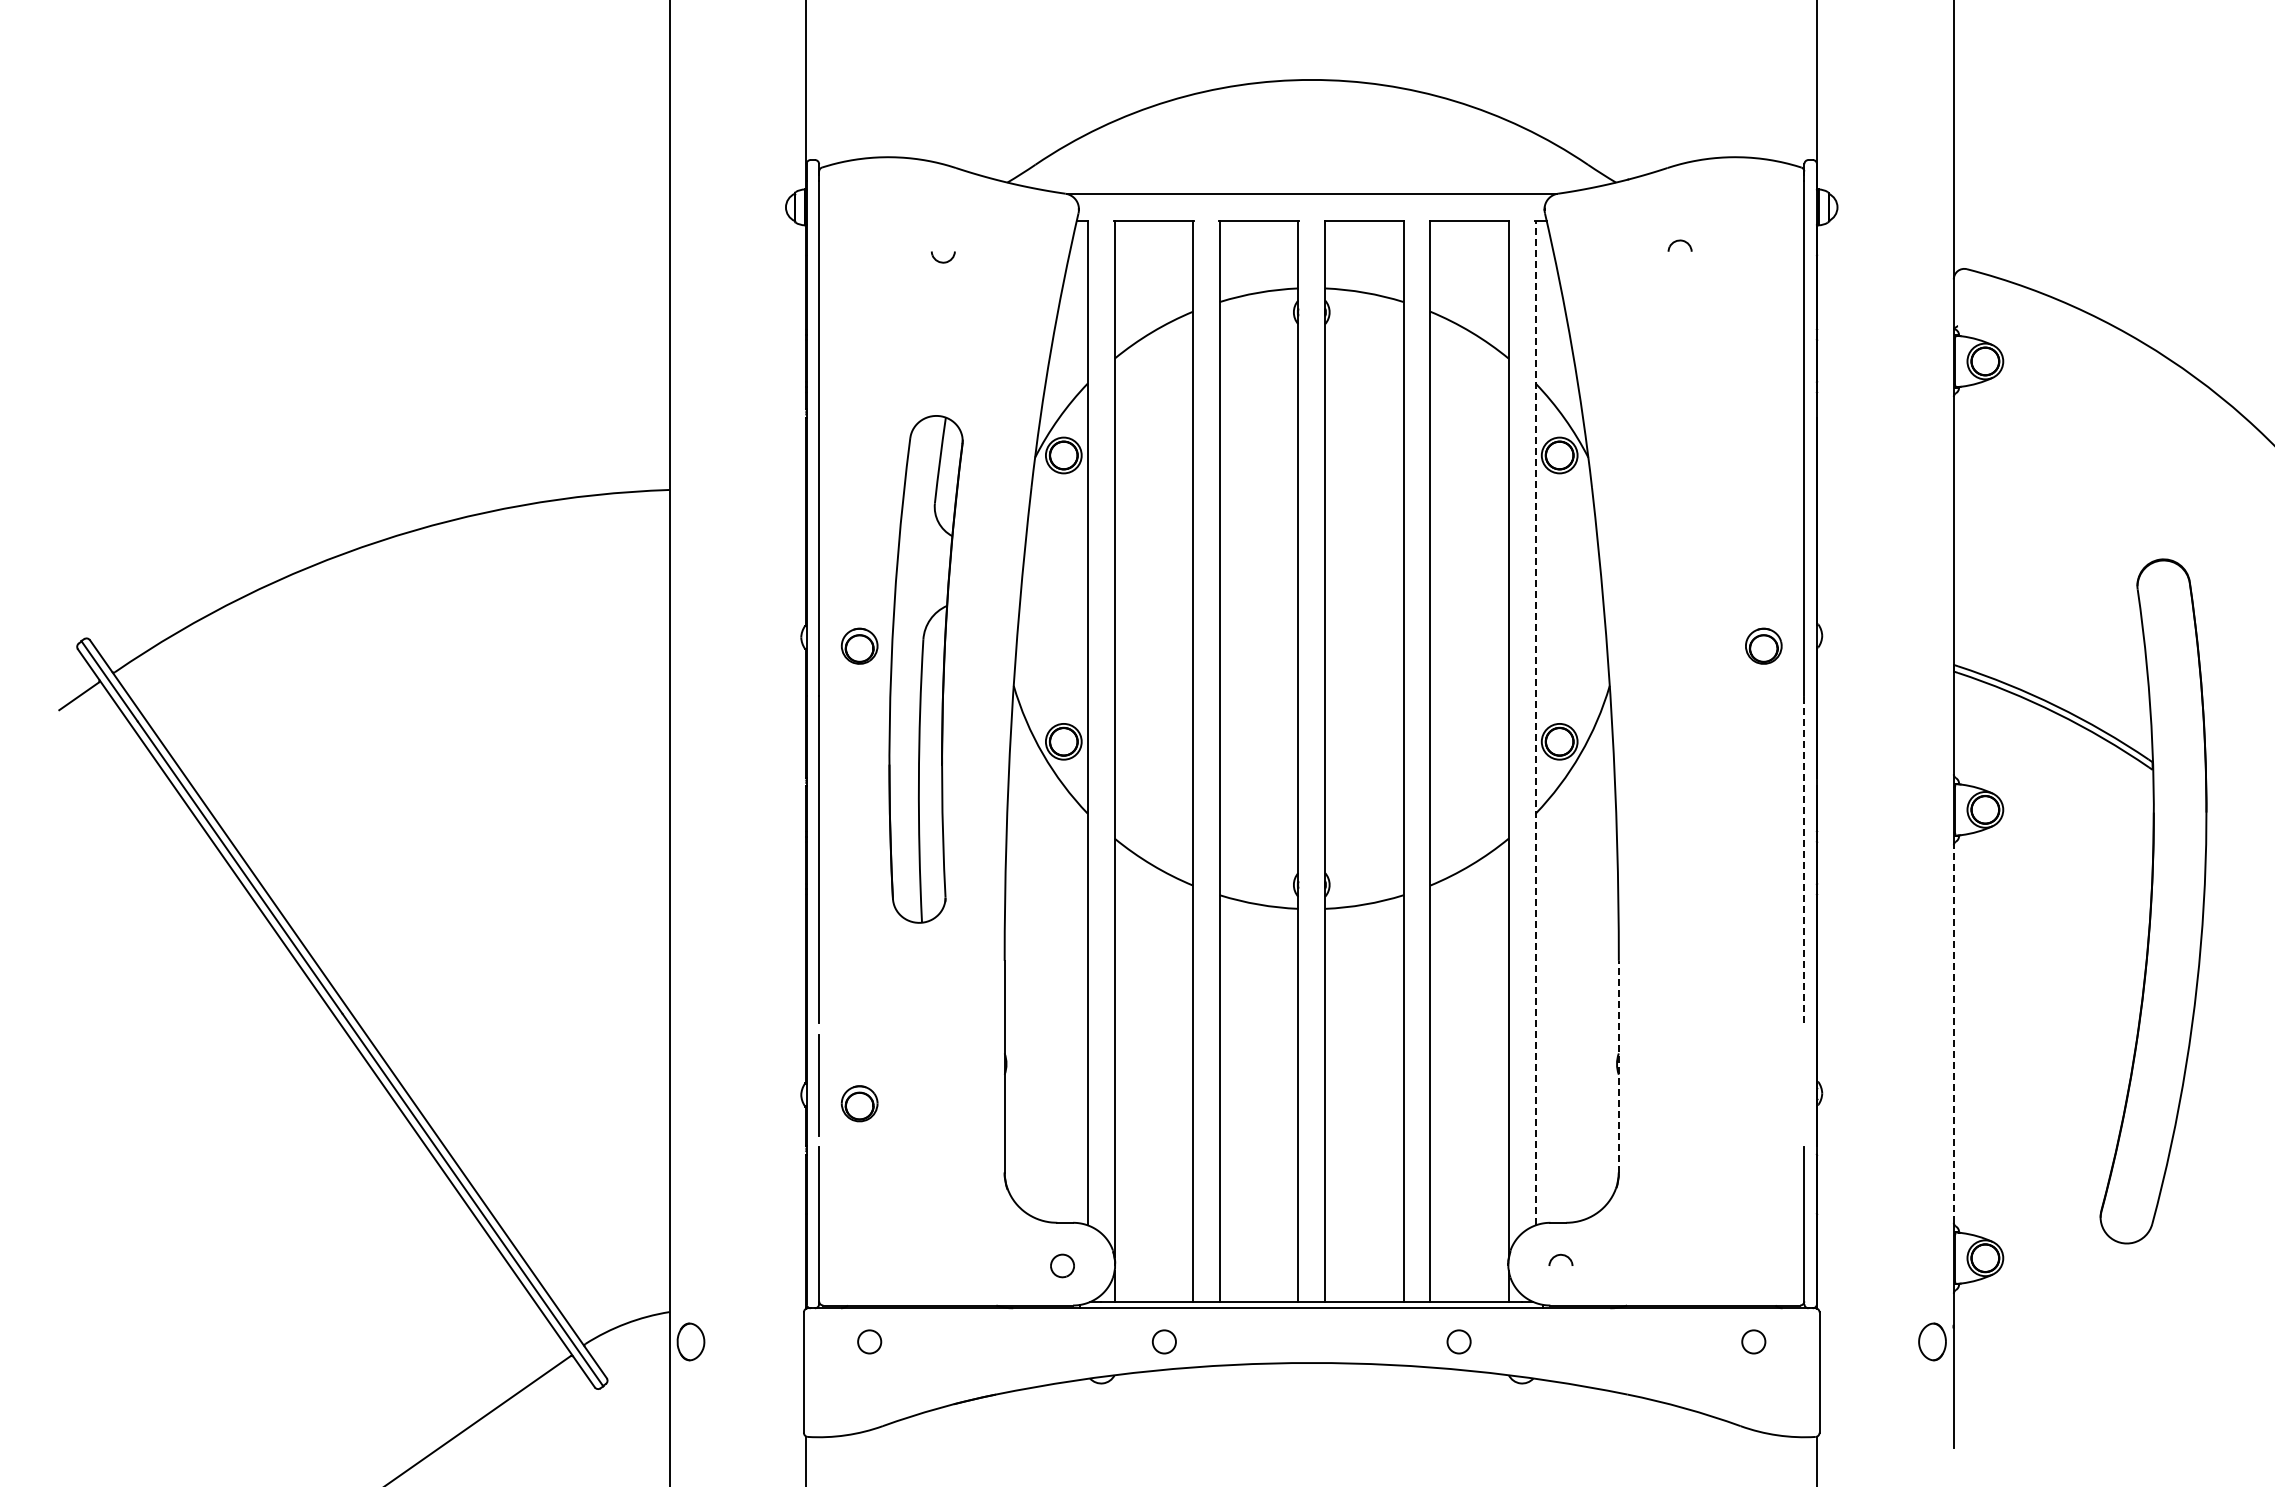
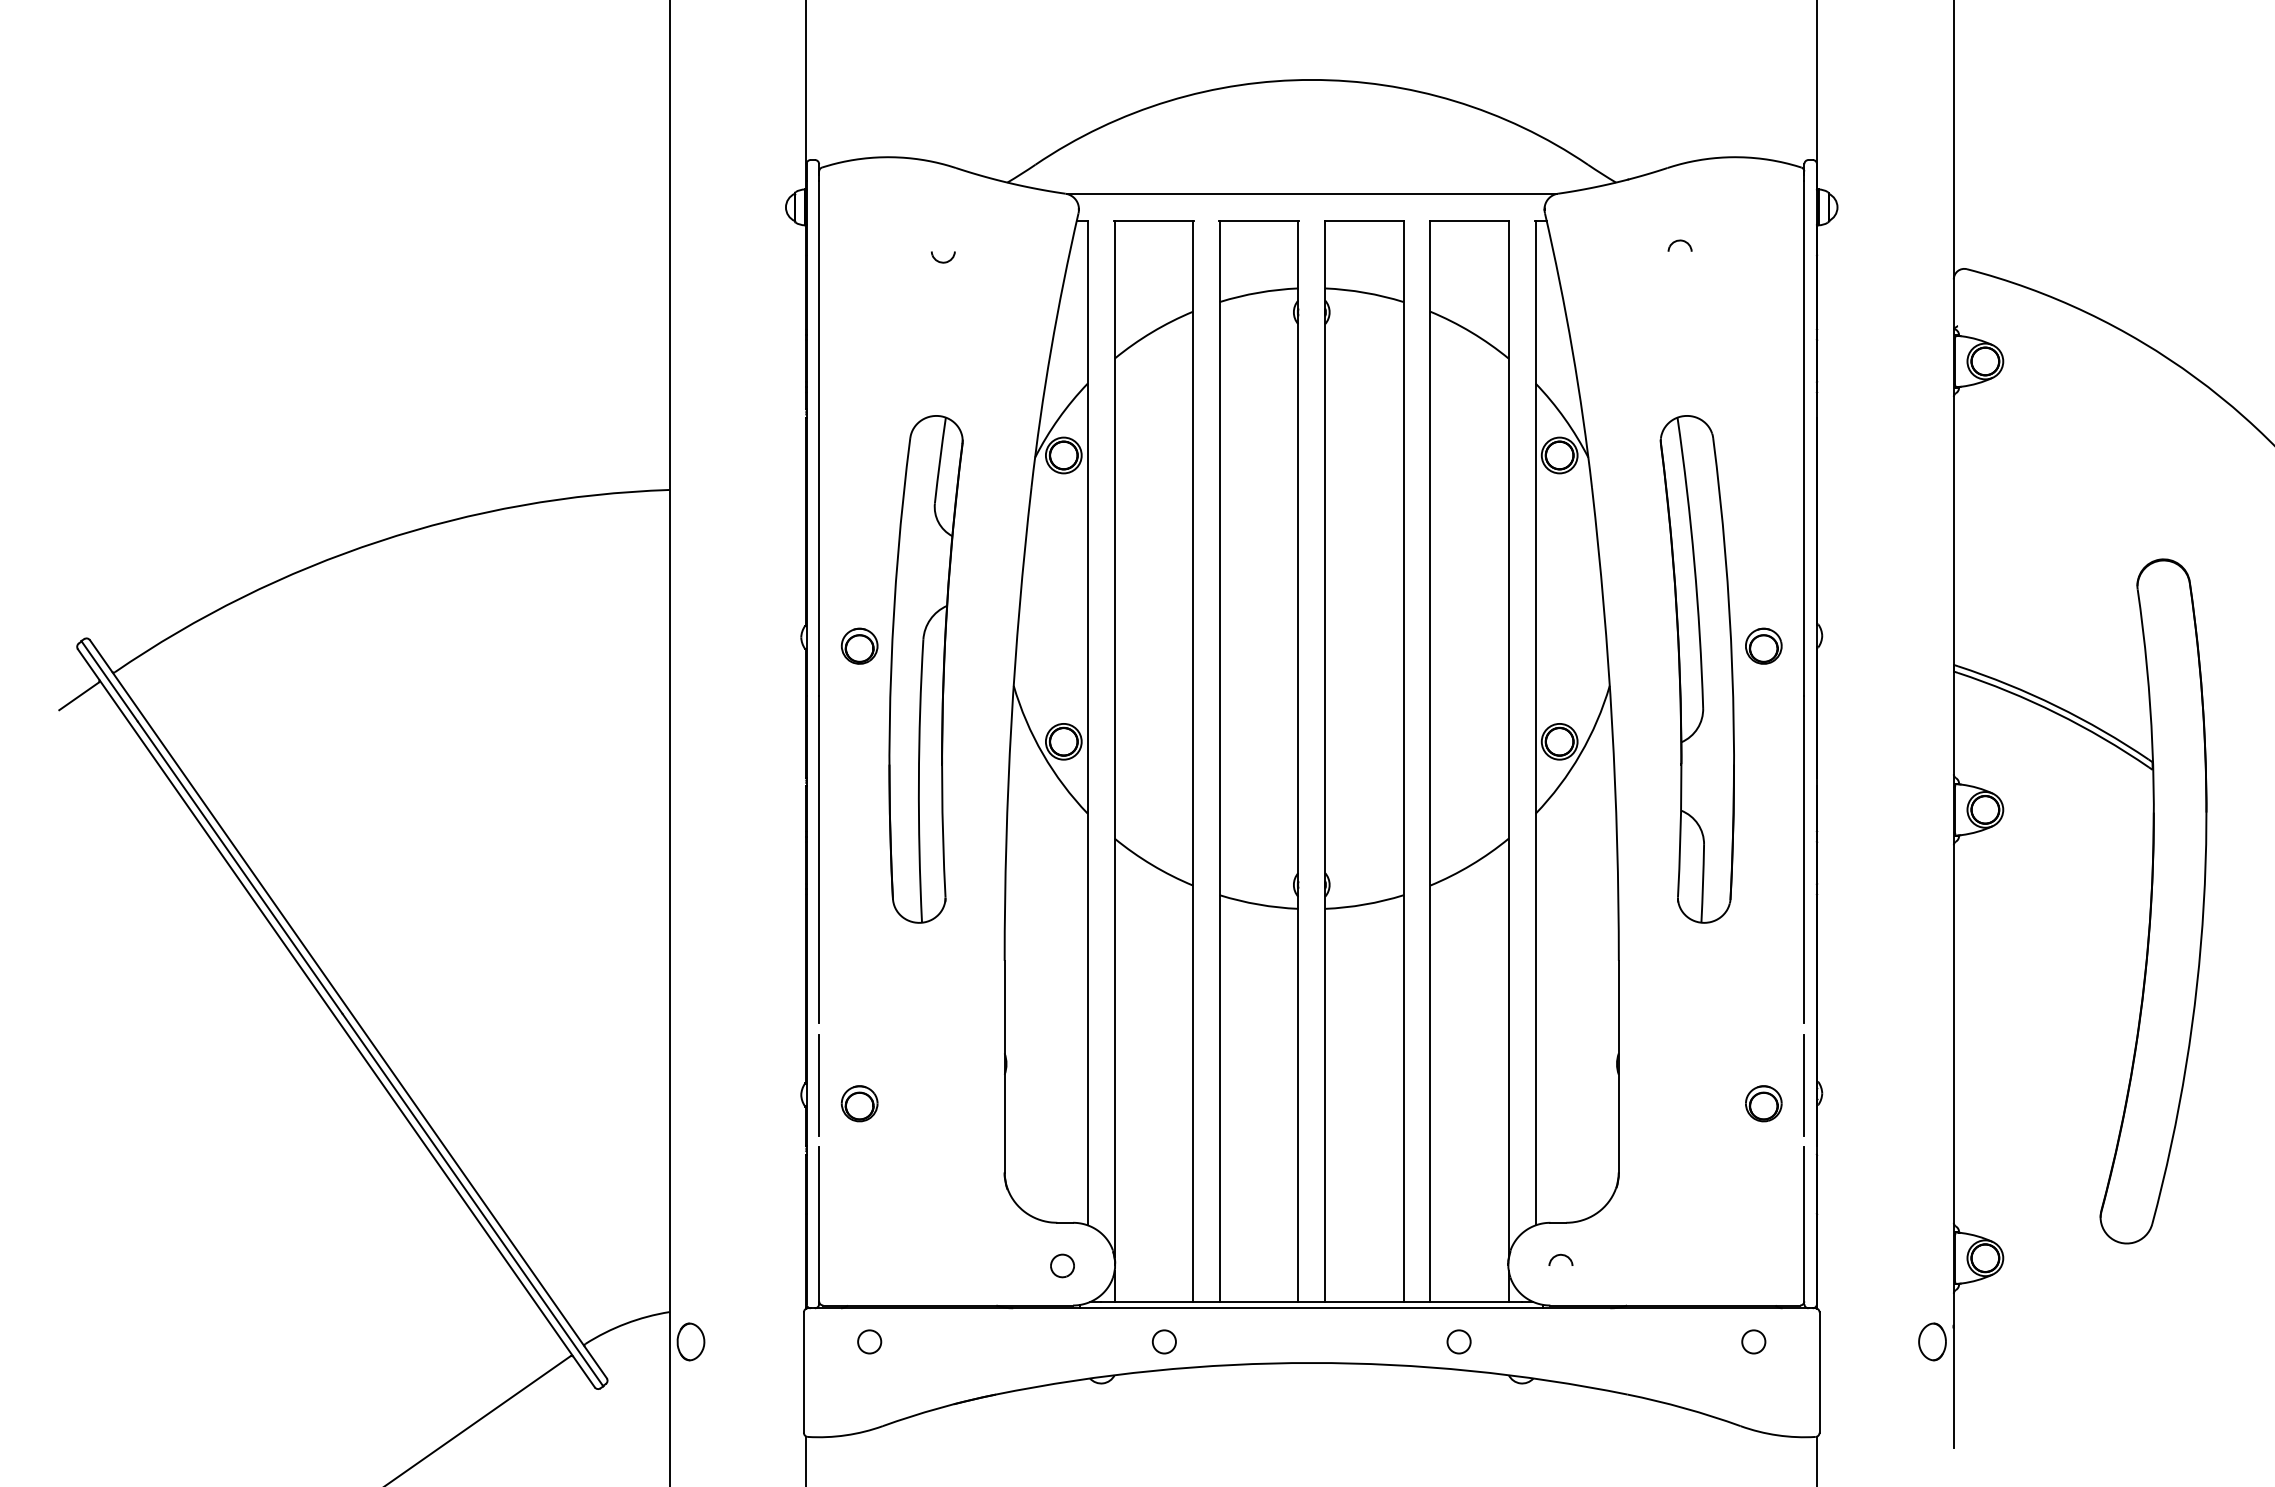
part at (1696, 669): none -> present
line at (1535, 722): dashed -> solid
line at (1804, 858): dashed -> solid
line at (1953, 1034): dashed -> solid
line at (1618, 1066): dashed -> solid
line at (1804, 1084): none -> present
part at (1763, 1103): none -> present
